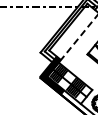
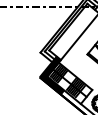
line at (79, 37): dashed -> solid
